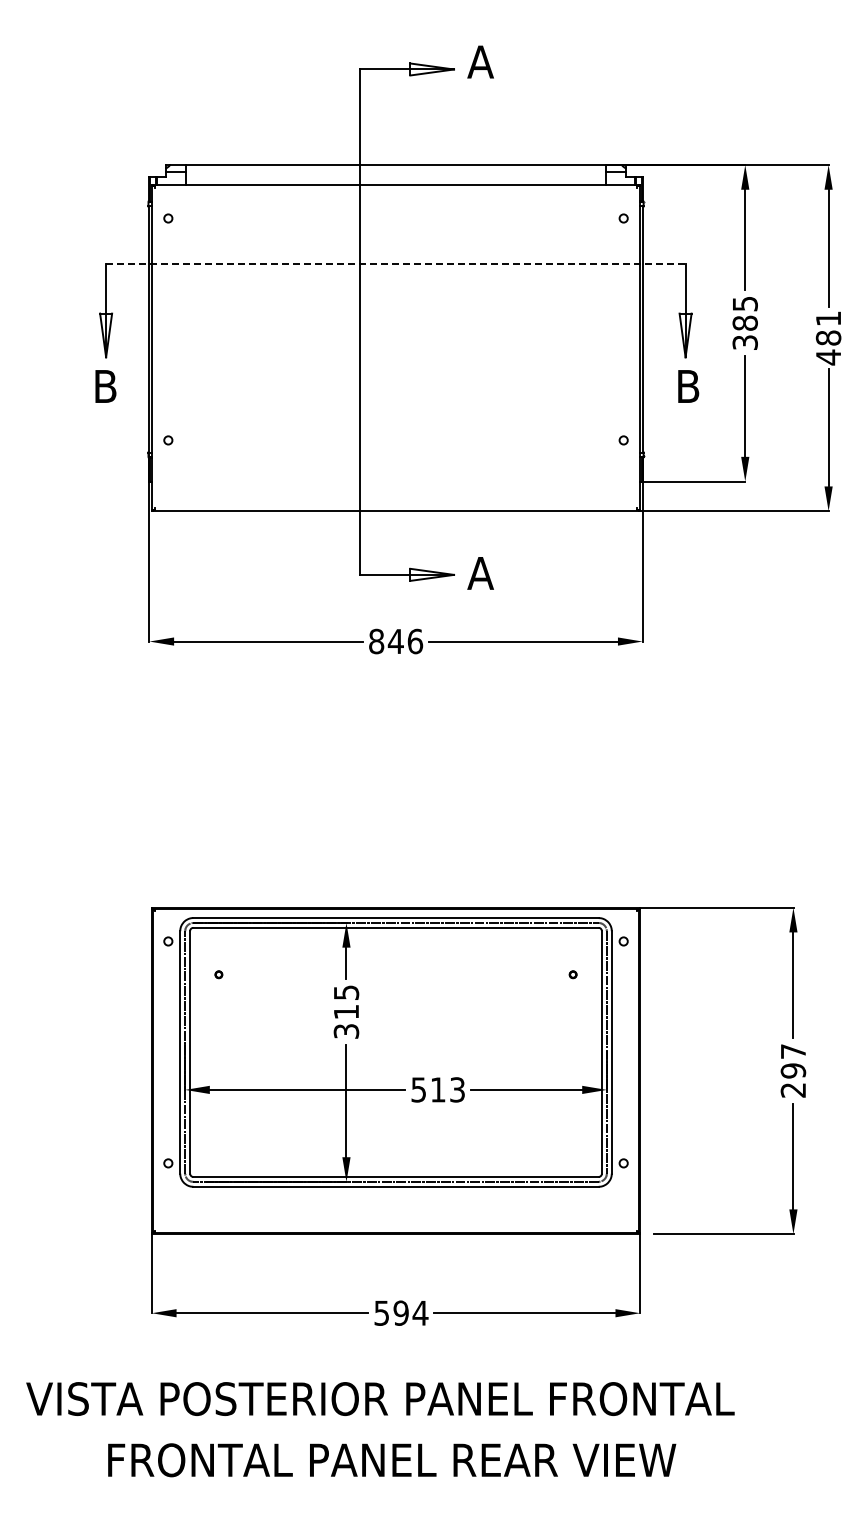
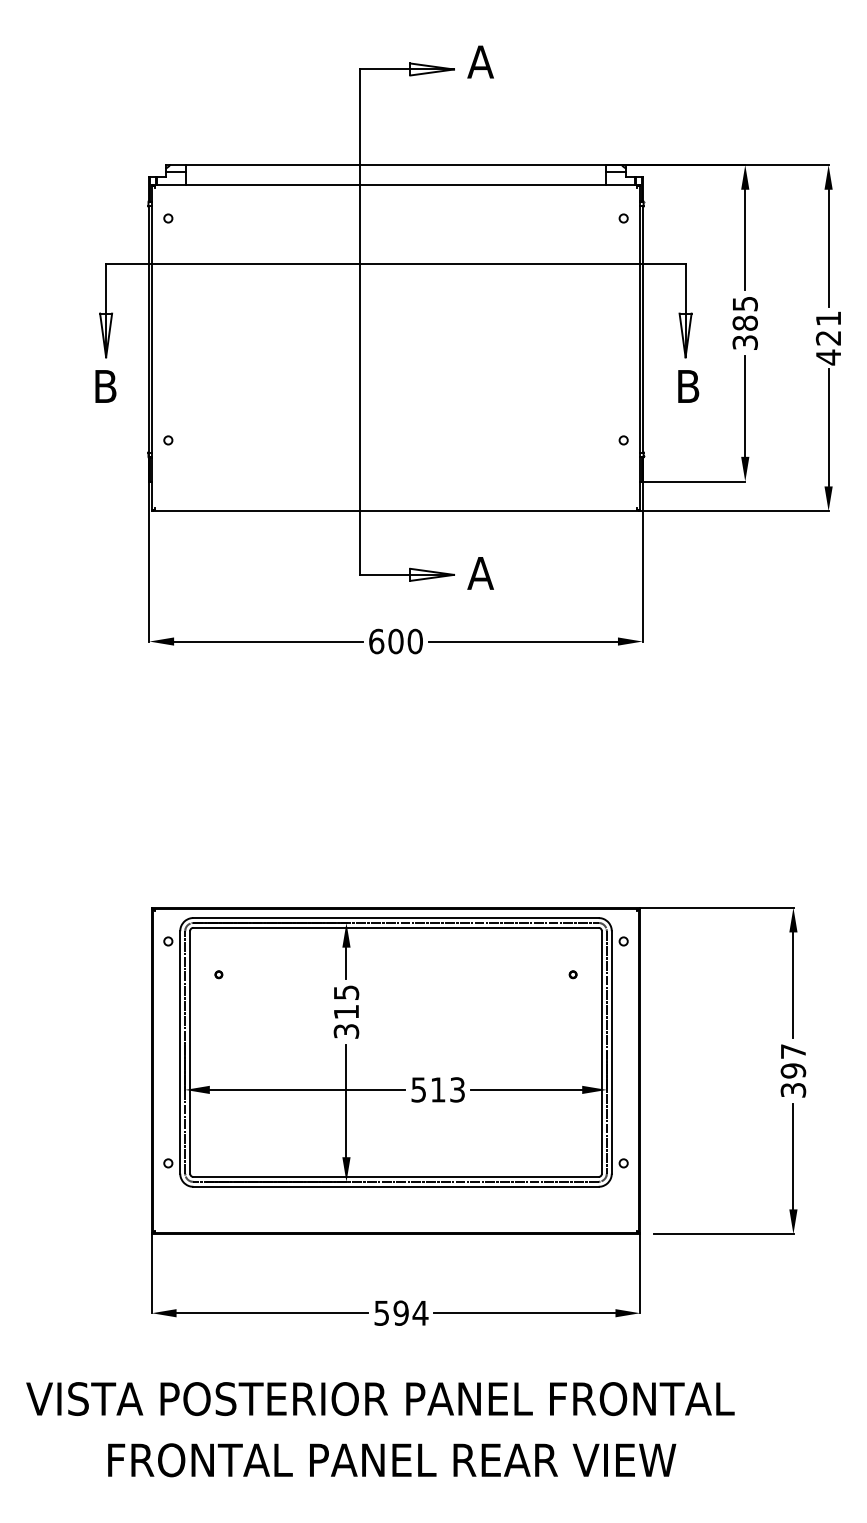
line at (395, 263): dashed -> solid
text at (828, 337): 481 -> 421
text at (396, 641): 846 -> 600
text at (793, 1090): 297 -> 397
